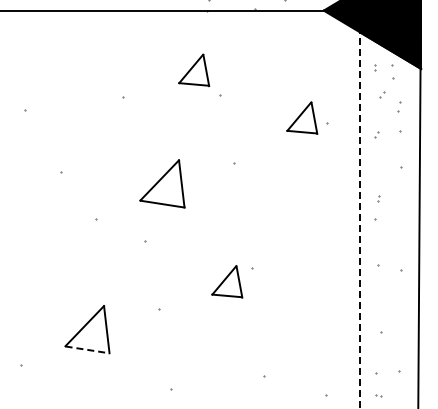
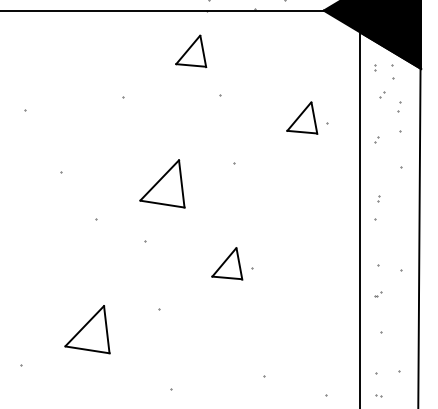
part at (194, 70) position: (194, 70) -> (191, 51)
part at (376, 134) position: (376, 134) -> (376, 139)
line at (360, 220): dashed -> solid
part at (227, 281) position: (227, 281) -> (227, 263)
part at (378, 294): none -> present
line at (88, 349): dashed -> solid
